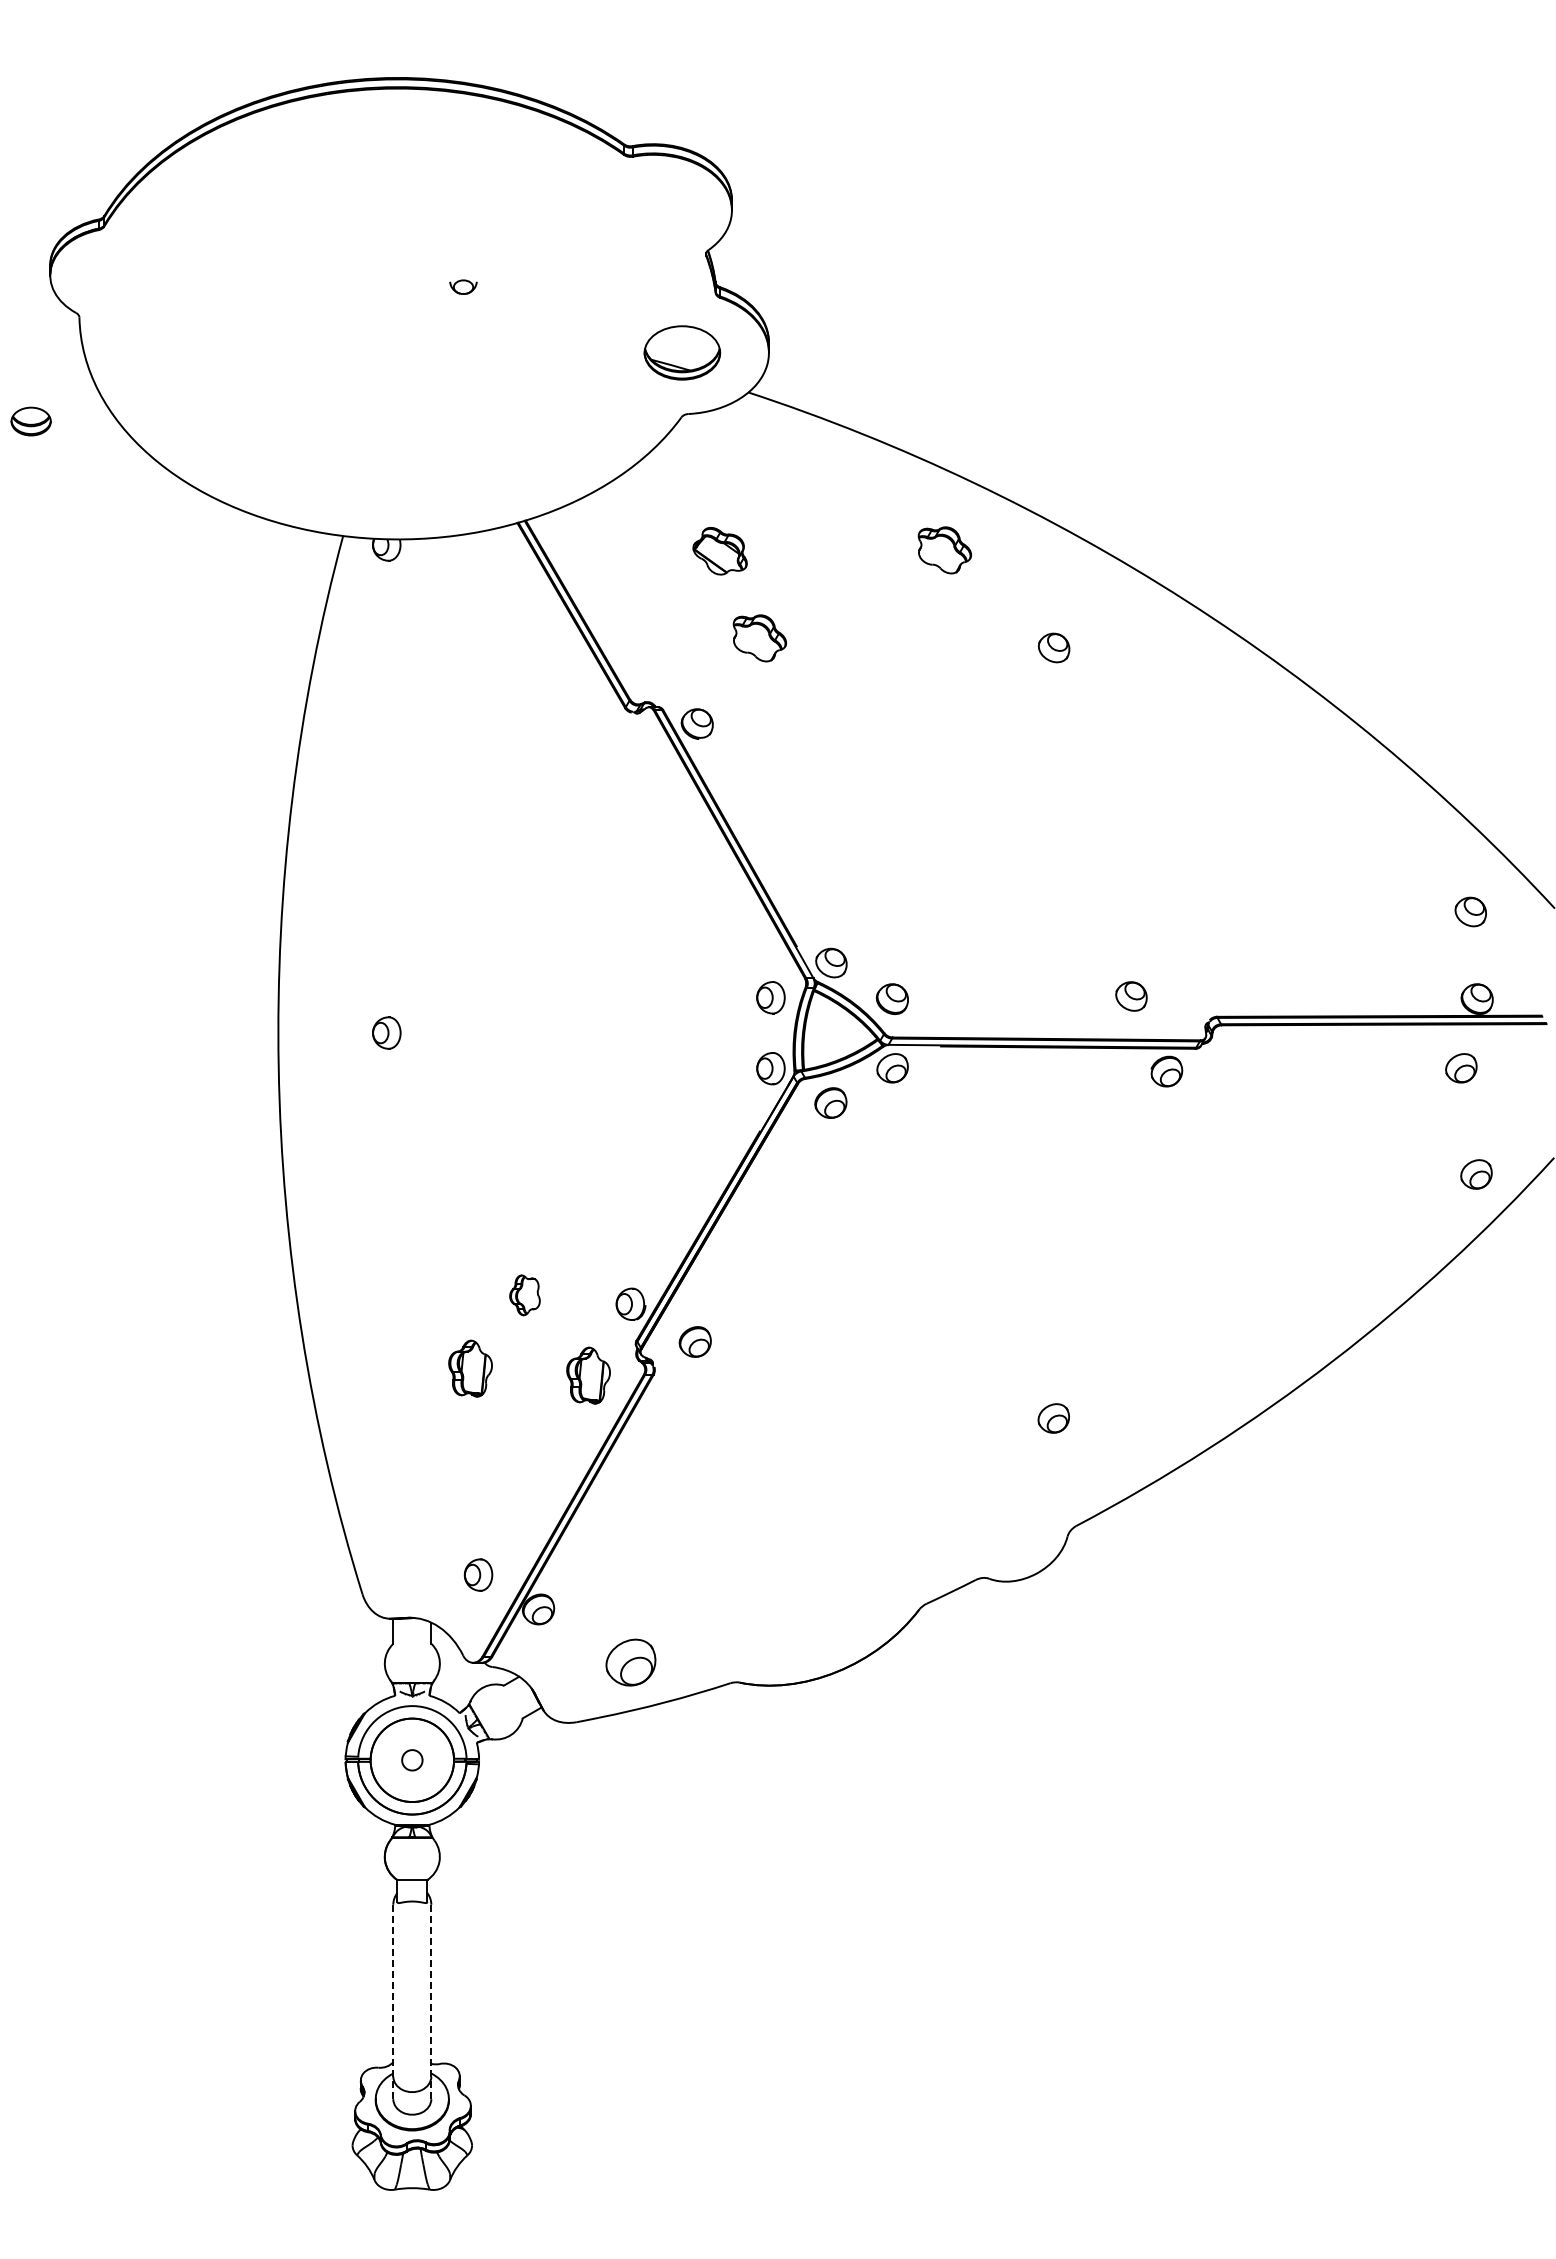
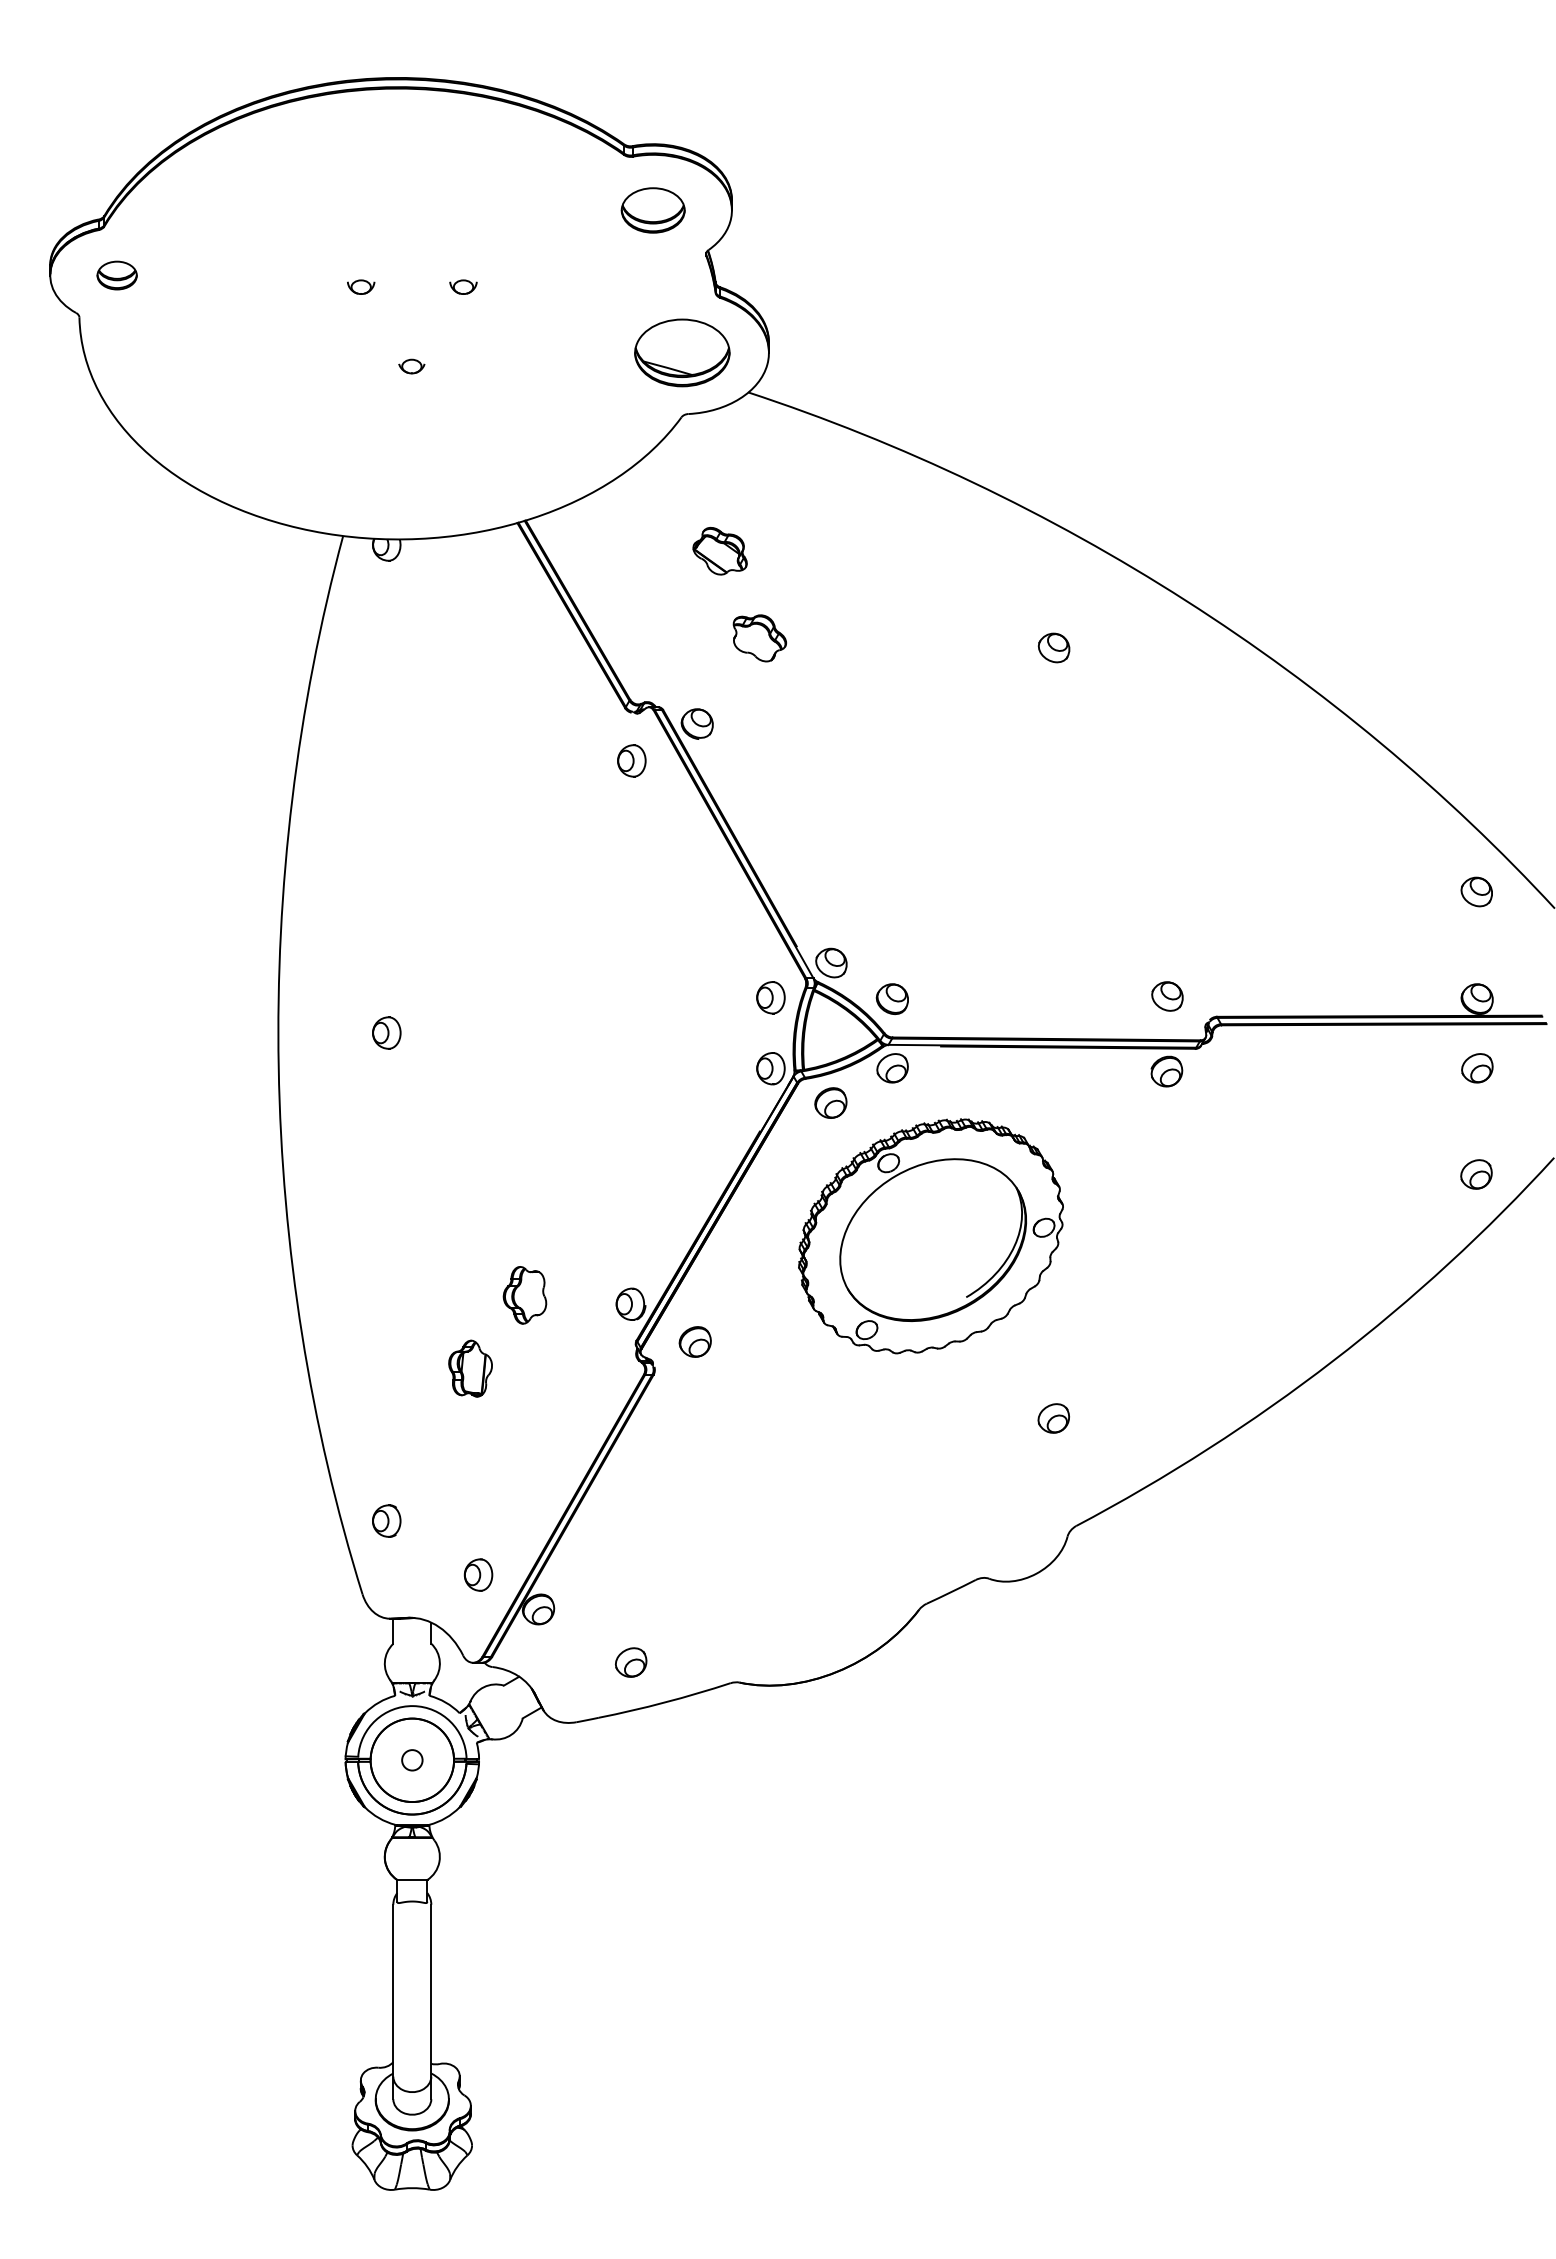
part at (652, 210): none -> present
part at (361, 286): none -> present
part at (682, 352) size: 79x56 px -> 97x70 px
part at (411, 366): none -> present
part at (30, 421) position: (30, 421) -> (116, 275)
part at (944, 550): present -> none
part at (631, 760): none -> present
part at (1470, 911) position: (1470, 911) -> (1476, 891)
part at (1131, 996) position: (1131, 996) -> (1167, 996)
part at (1461, 1068) position: (1461, 1068) -> (1477, 1068)
part at (930, 1236): none -> present
part at (524, 1295) size: 32x43 px -> 46x59 px
part at (588, 1375): present -> none
part at (386, 1520): none -> present
part at (630, 1662) size: 52x49 px -> 33x31 px
line at (393, 2002): dashed -> solid
line at (431, 2002): dashed -> solid
